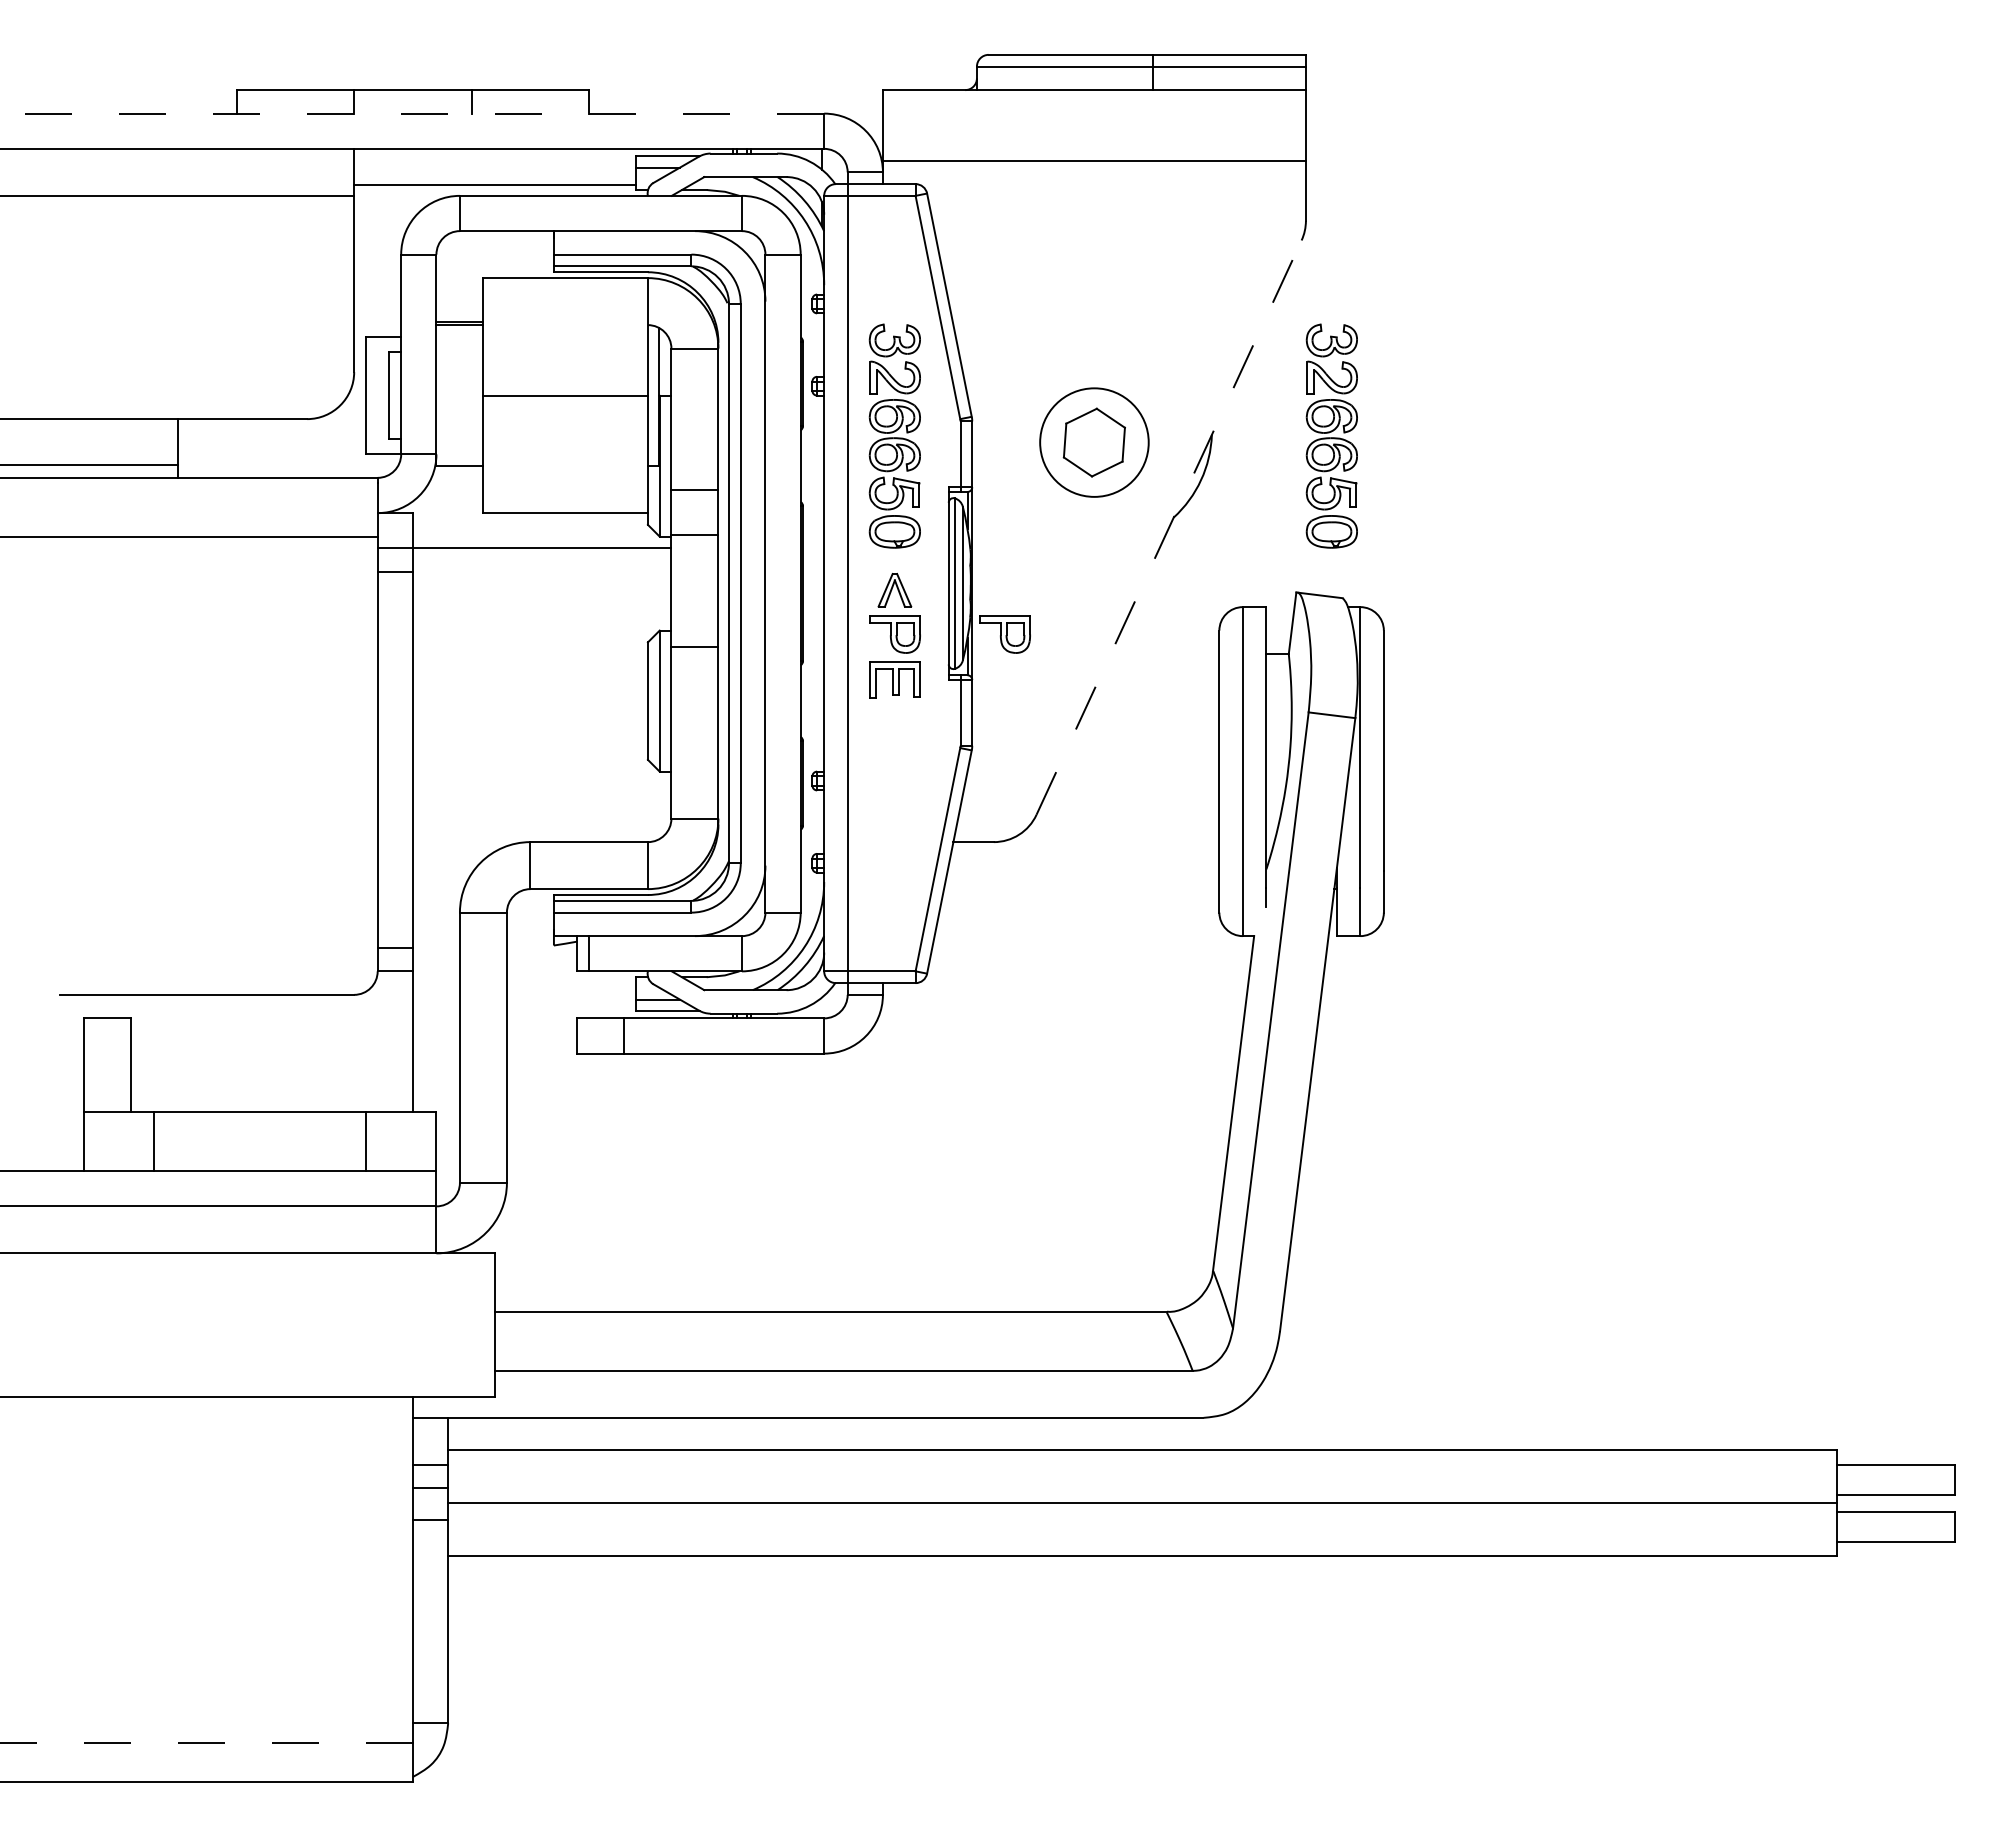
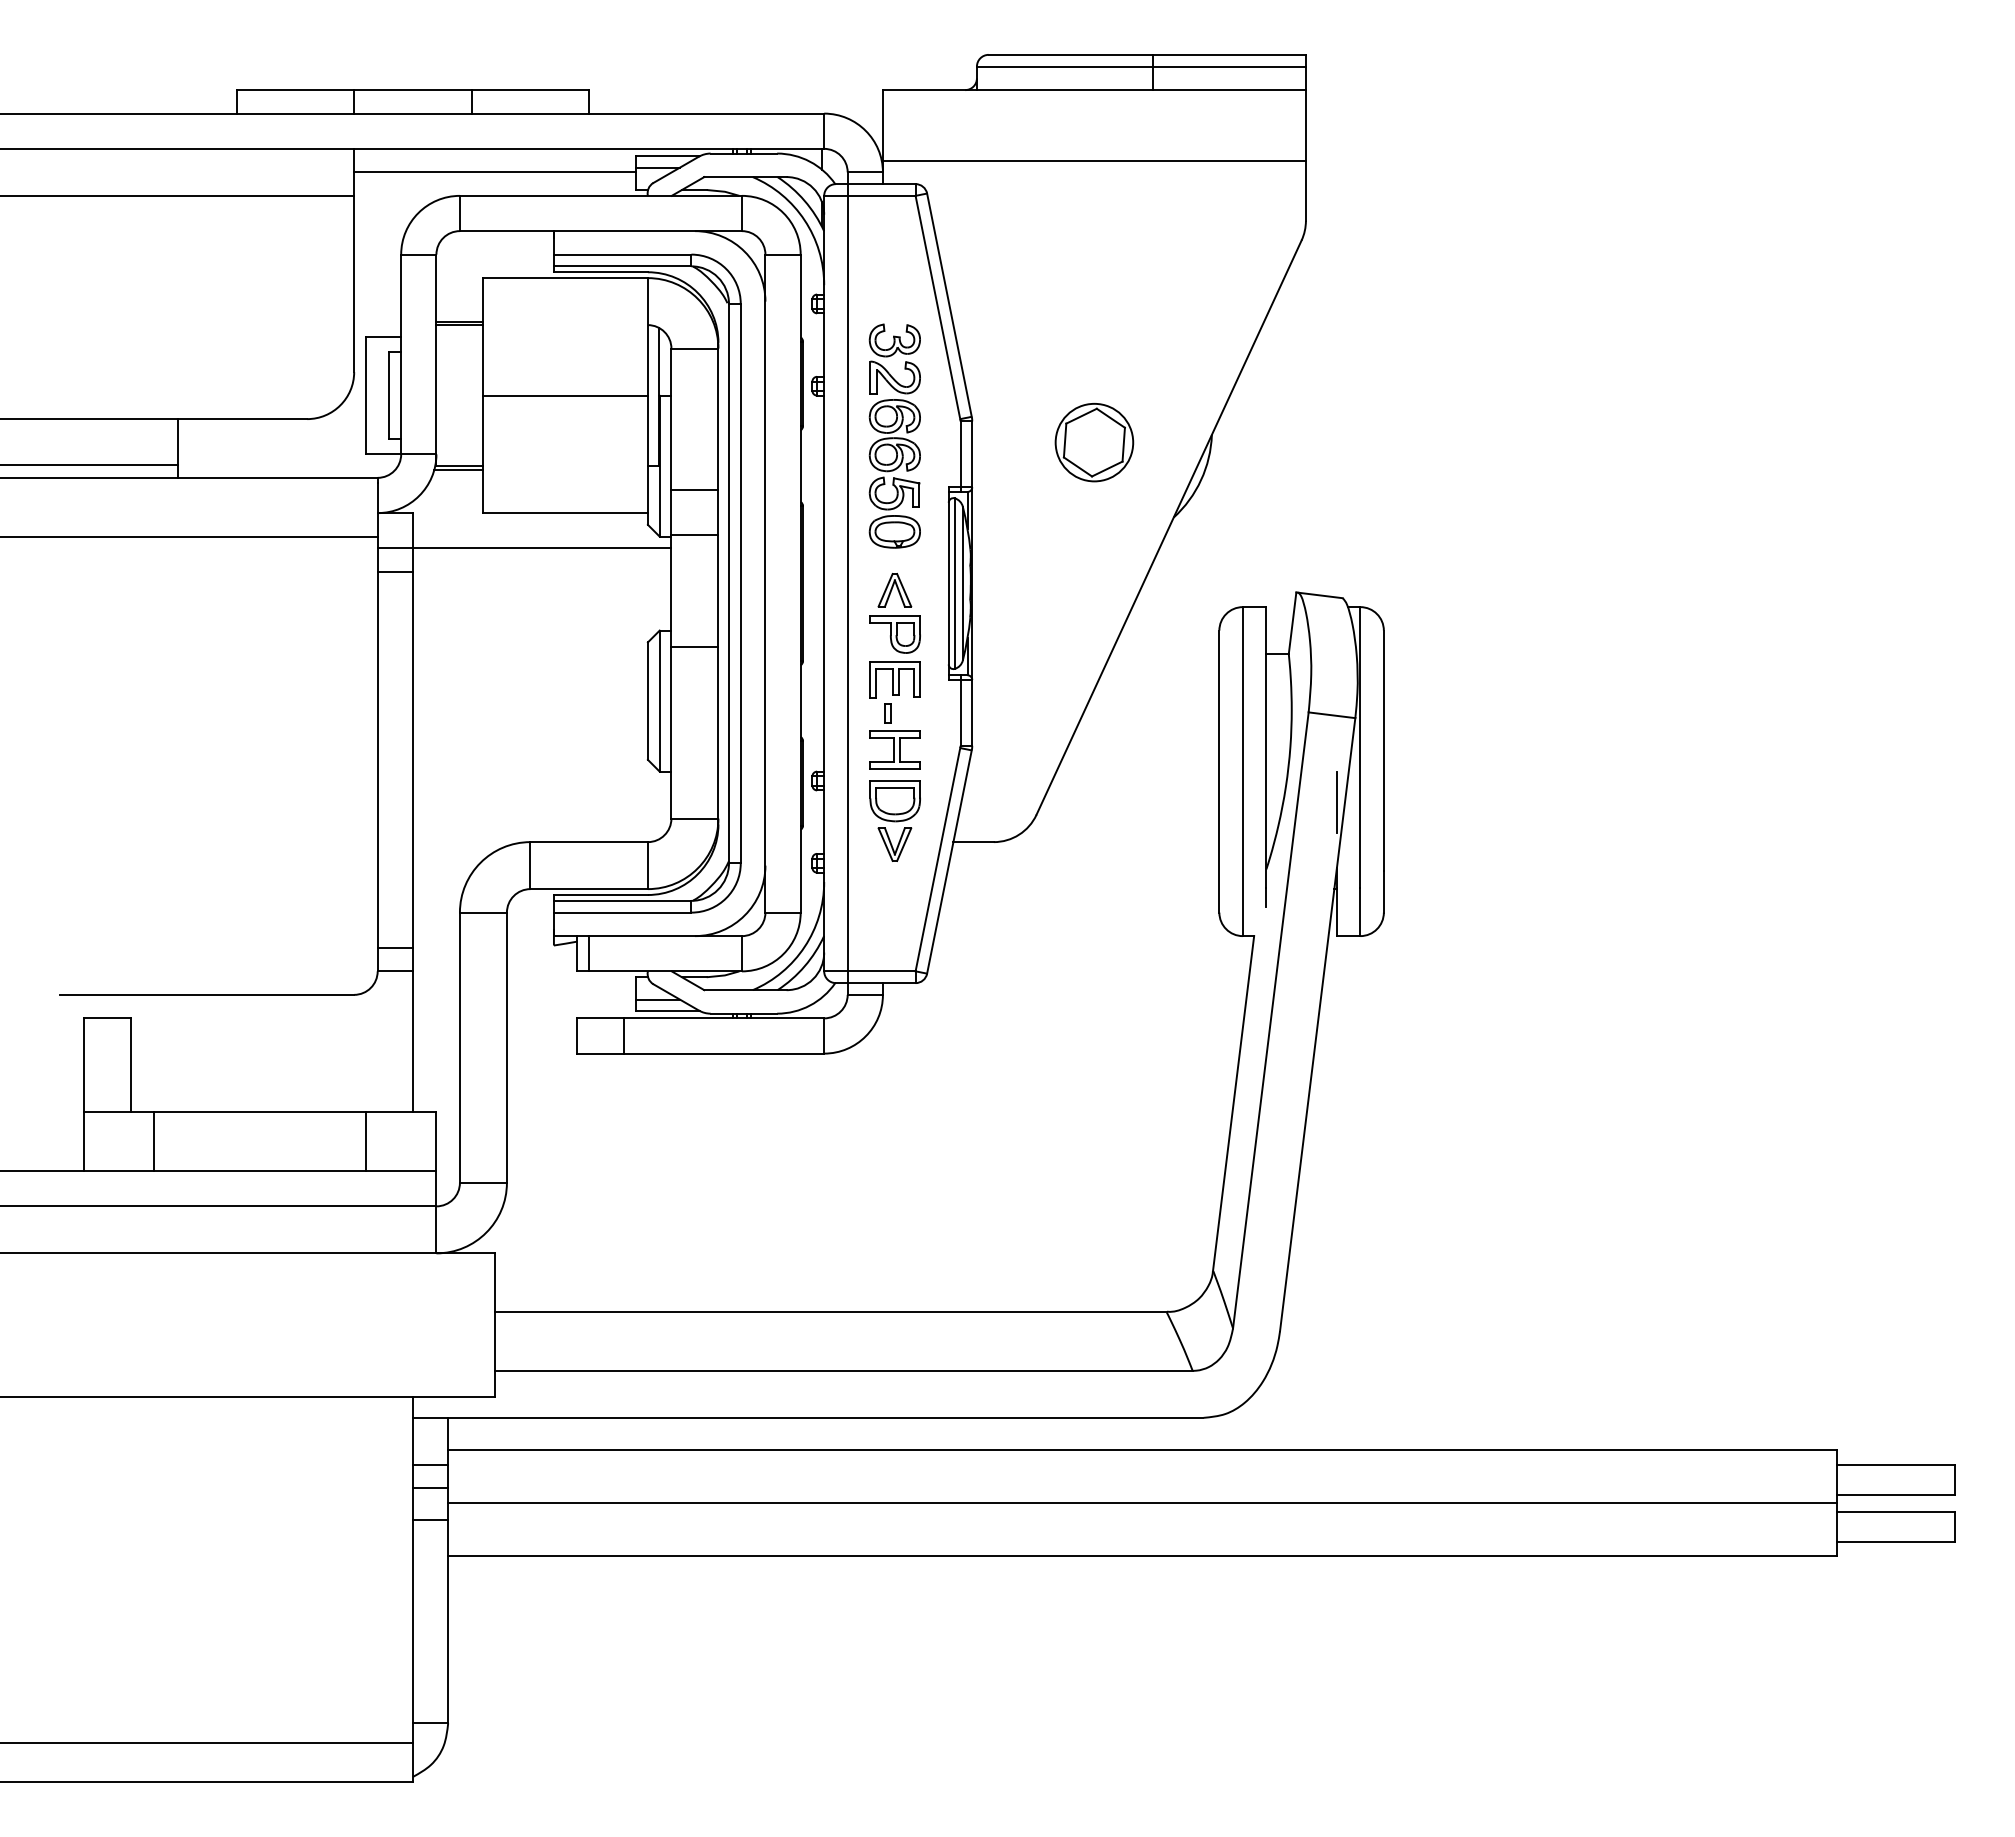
line at (412, 113): dashed -> solid
line at (495, 185) position: (495, 185) -> (495, 172)
part at (1331, 435): present -> none
circle at (1094, 442) diameter: 109 px -> 78 px
line at (458, 469): none -> present
line at (1169, 527): dashed -> solid
part at (1004, 634): present -> none
part at (894, 736): none -> present
line at (1336, 802): none -> present
part at (894, 820): none -> present
line at (207, 1743): dashed -> solid
